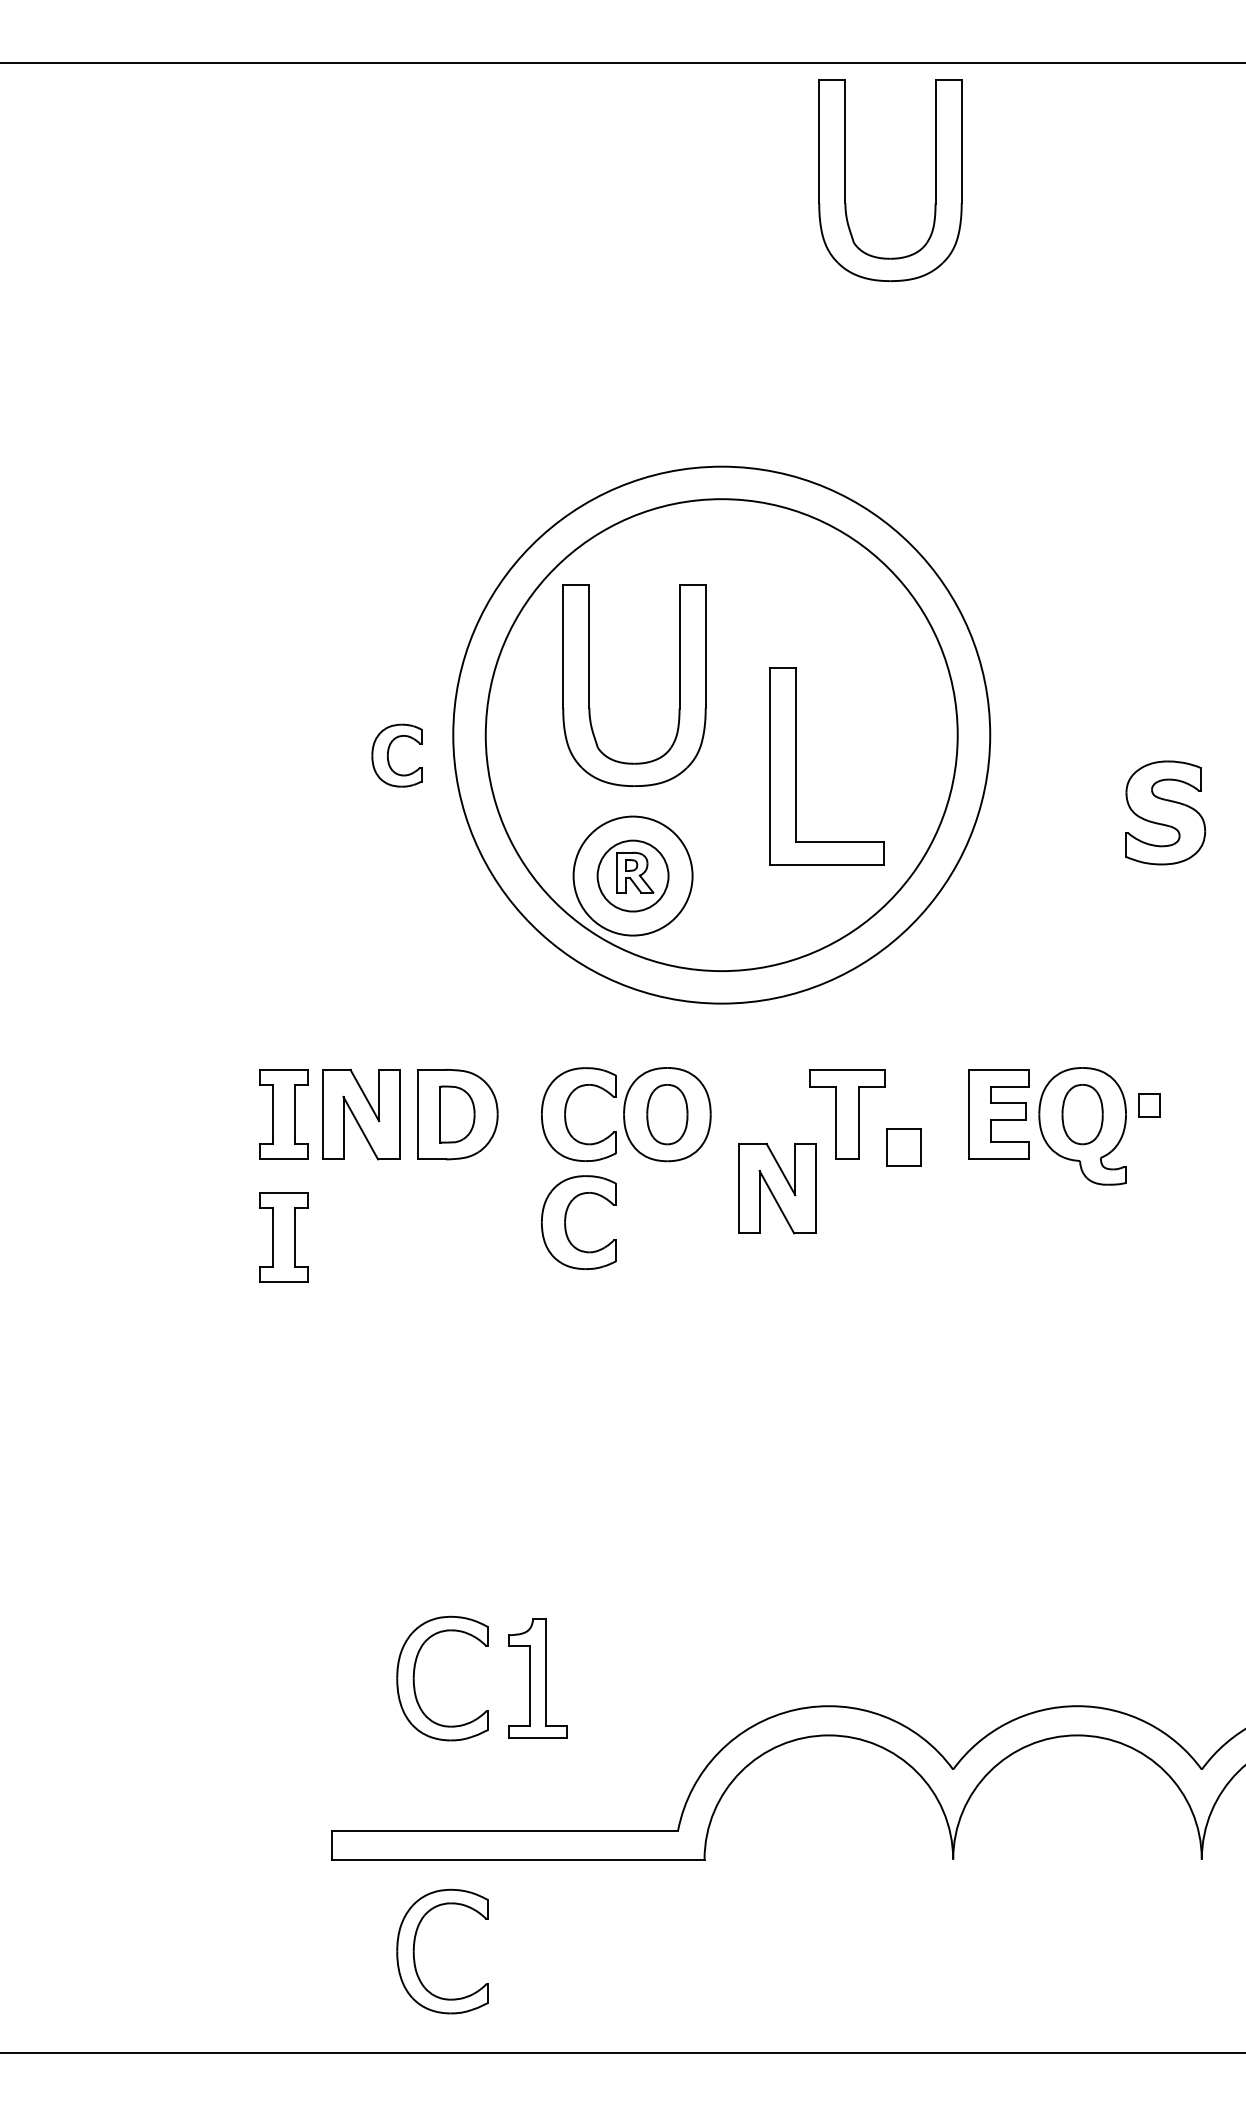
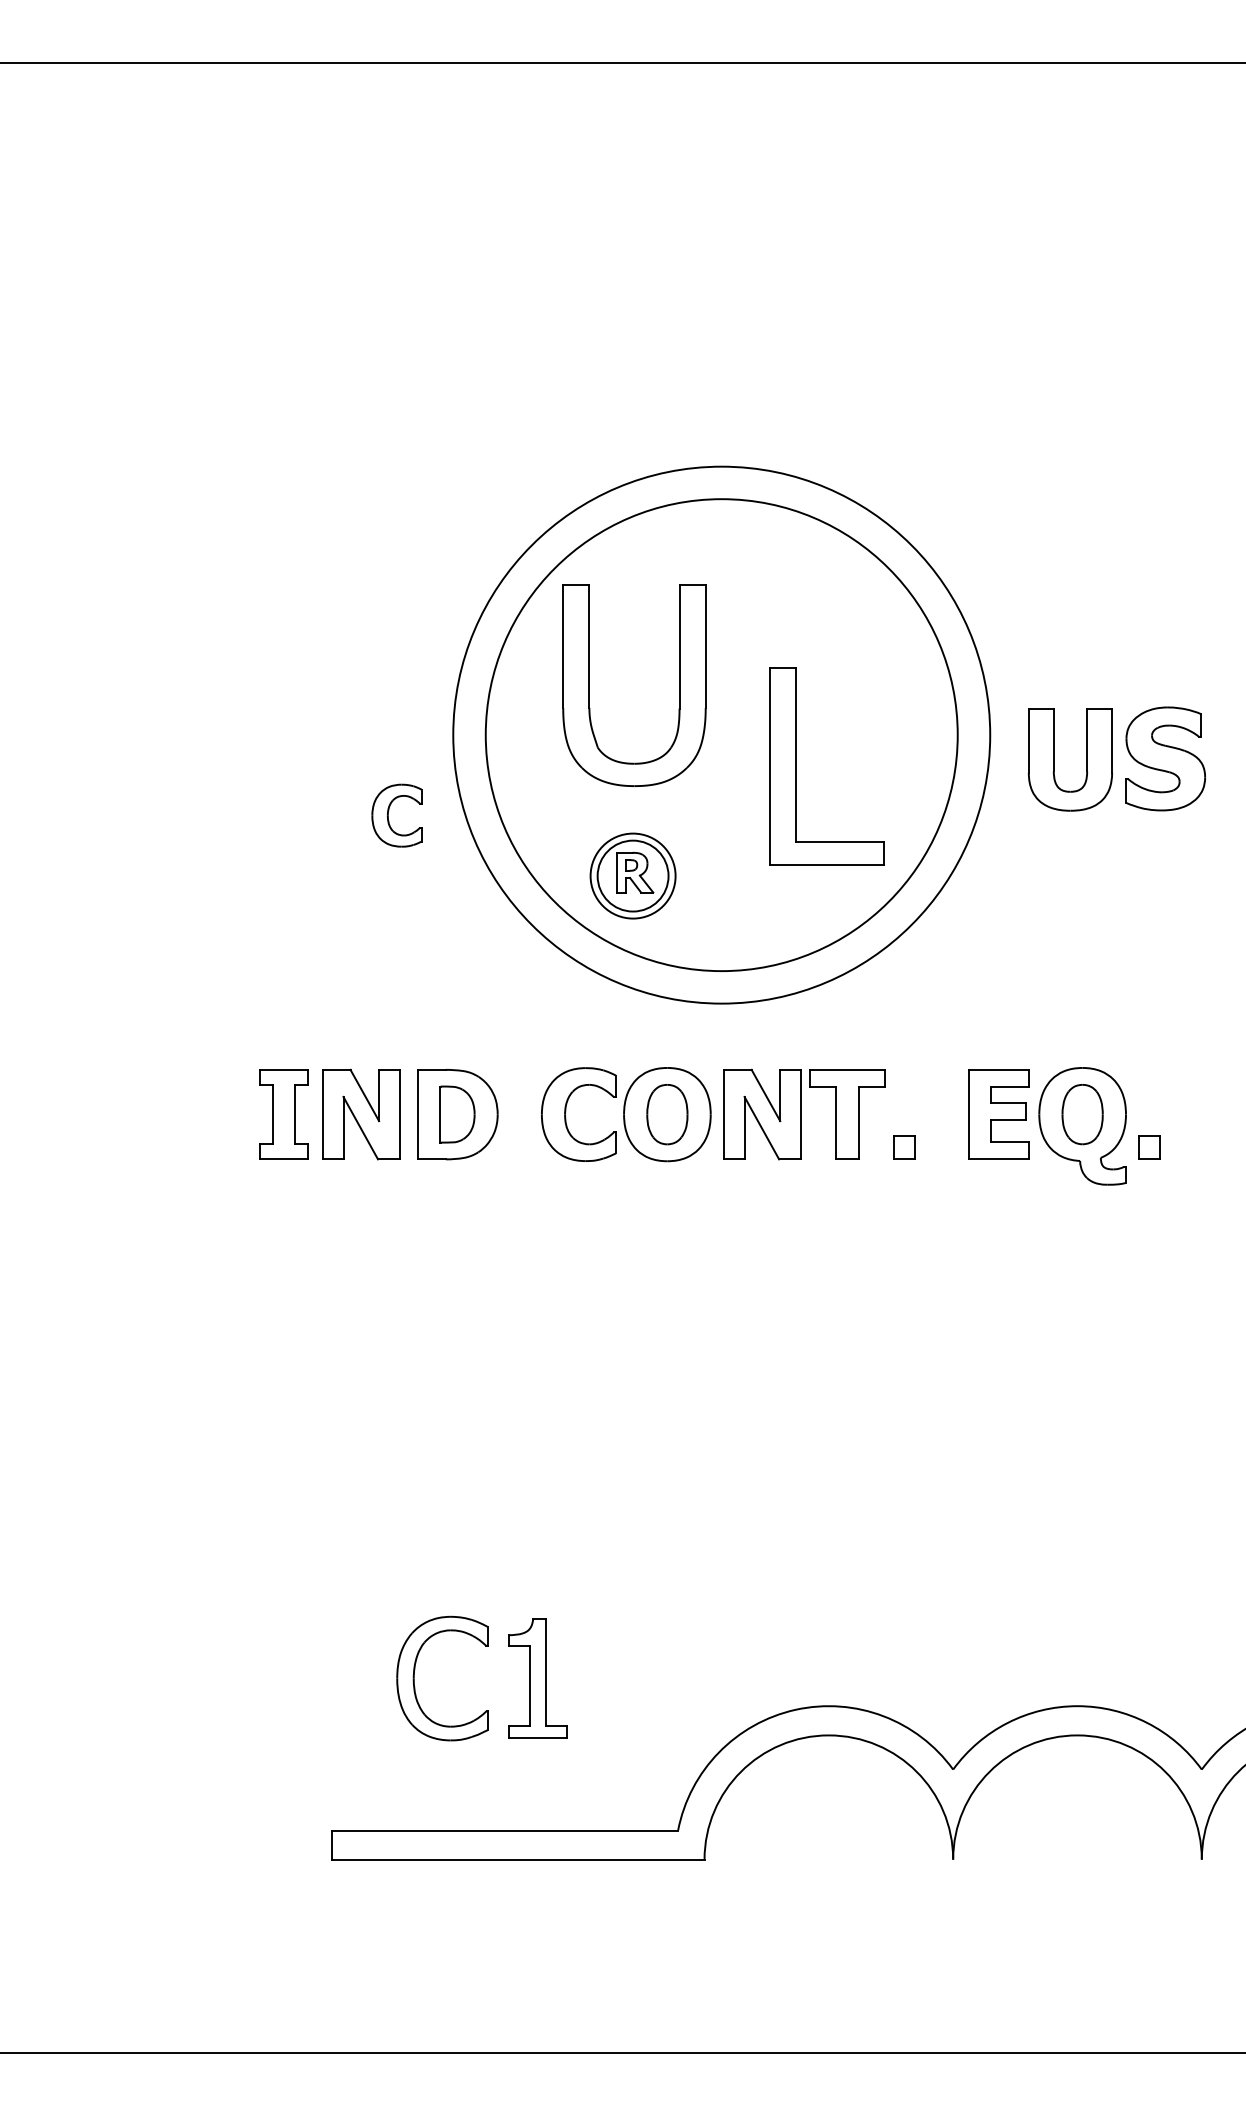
part at (845, 180): present -> none
part at (388, 755) position: (388, 755) -> (388, 815)
part at (1054, 759): none -> present
part at (1165, 812) position: (1165, 812) -> (1165, 758)
circle at (632, 875) diameter: 119 px -> 85 px
part at (1149, 1105) position: (1149, 1105) -> (1149, 1147)
part at (903, 1147) size: 36x39 px -> 23x25 px
part at (777, 1188) position: (777, 1188) -> (762, 1114)
part at (566, 1219): present -> none
part at (283, 1237): present -> none
part at (414, 1951): present -> none
